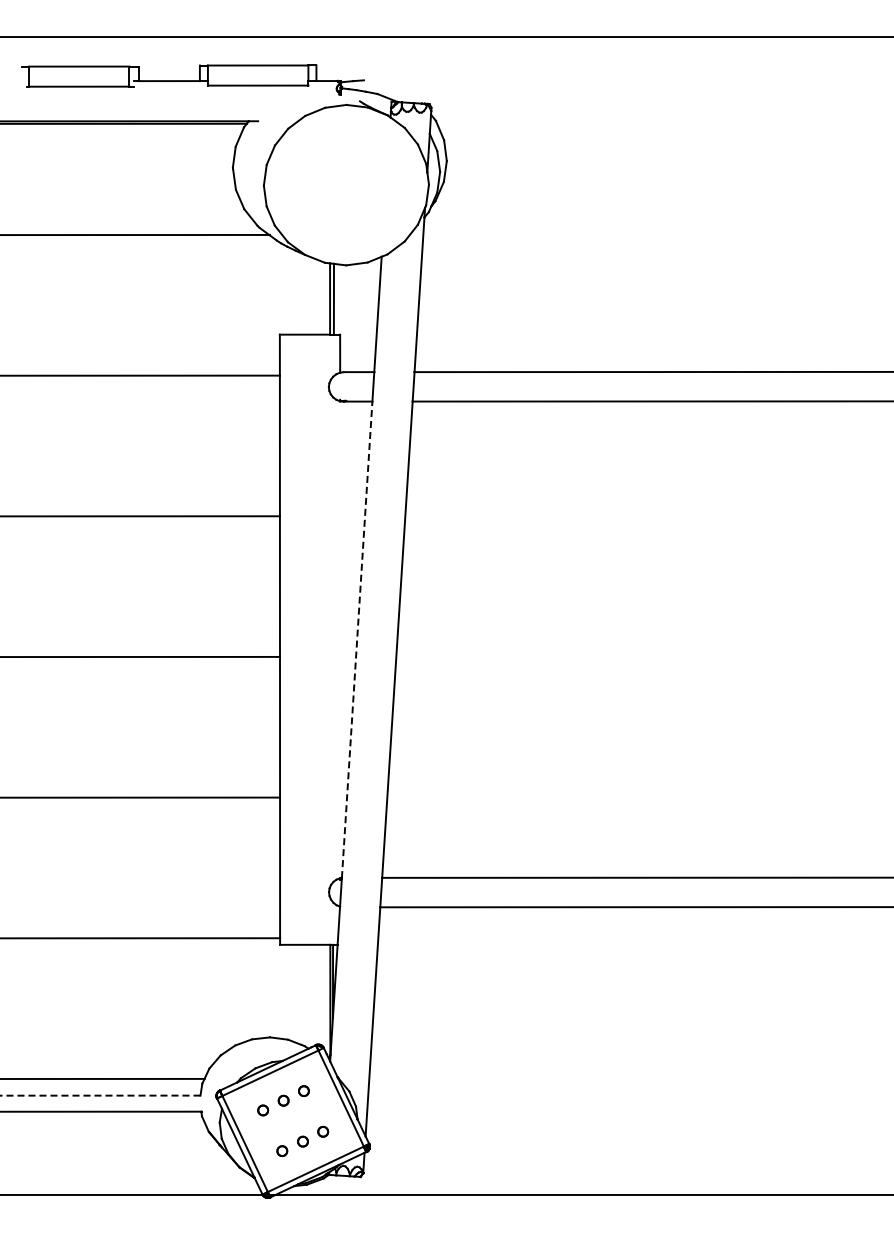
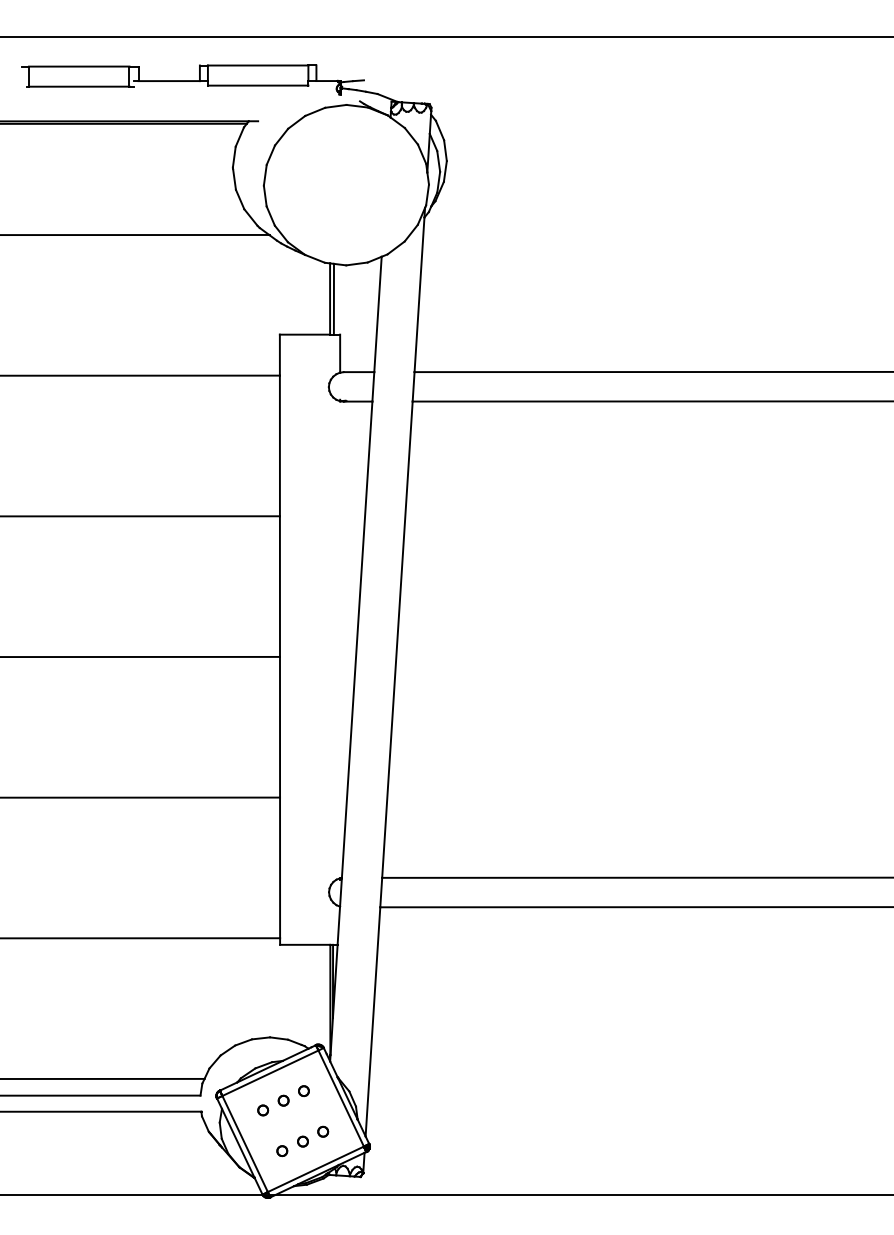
line at (357, 639): dashed -> solid
line at (99, 1095): dashed -> solid
